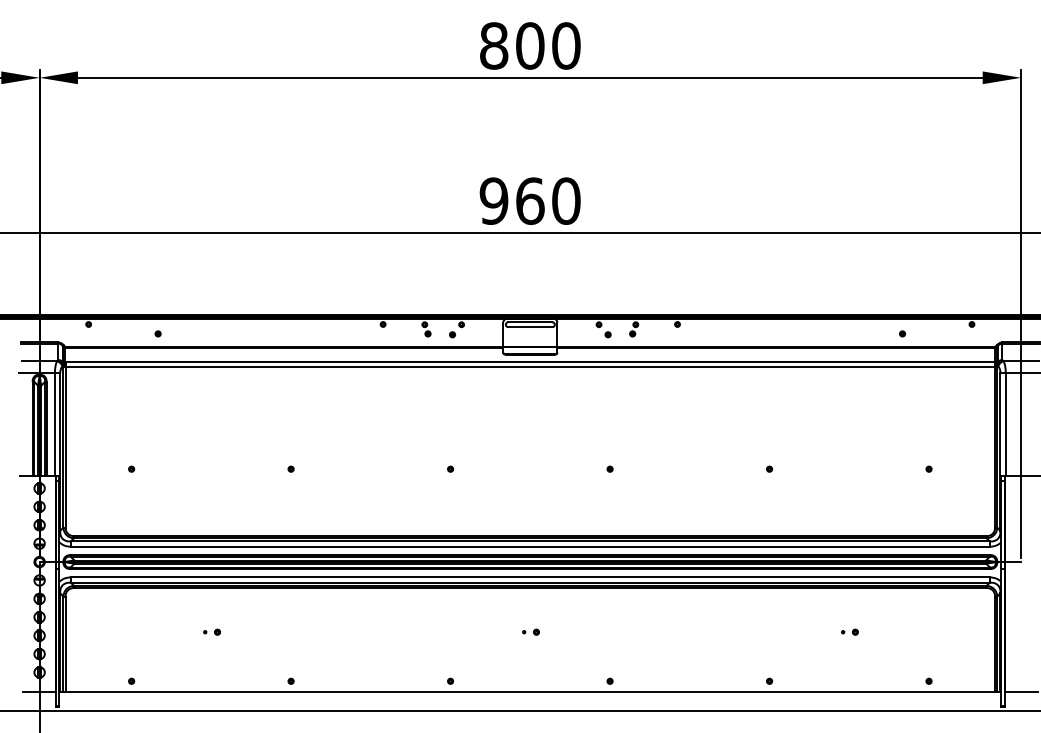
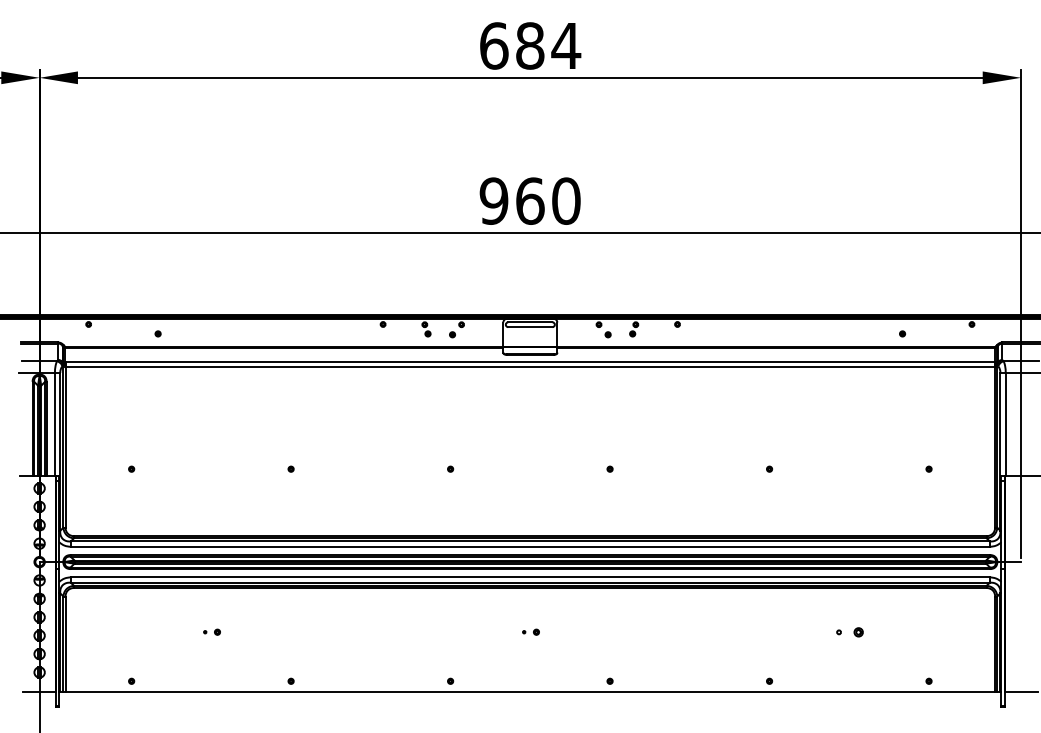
text at (530, 45): 800 -> 684
part at (849, 631) size: 18x8 px -> 28x11 px
line at (519, 710): present -> none
